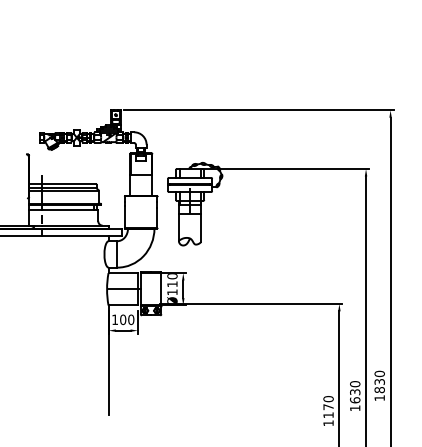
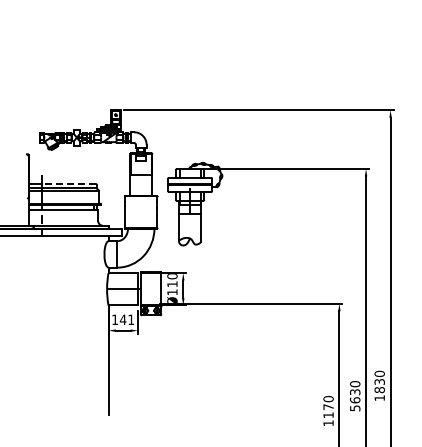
line at (68, 183): solid -> dashed
text at (126, 319): 100 -> 141
text at (355, 408): 1630 -> 5630
